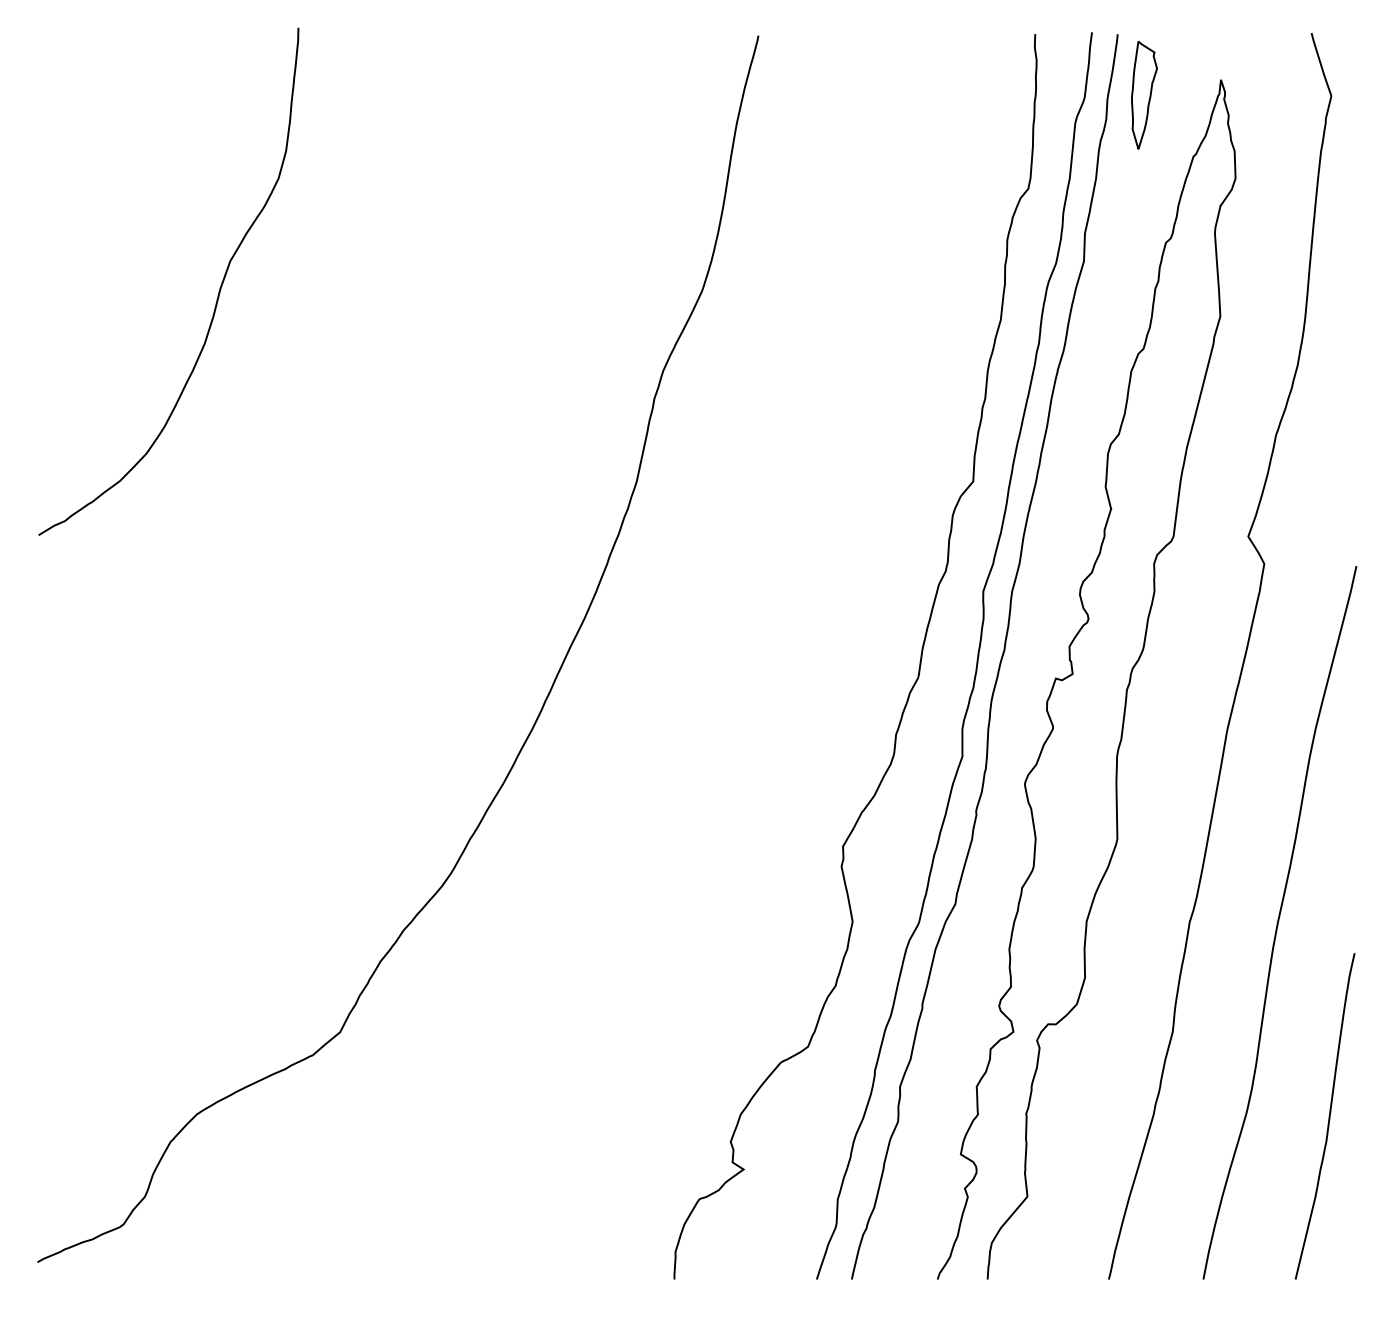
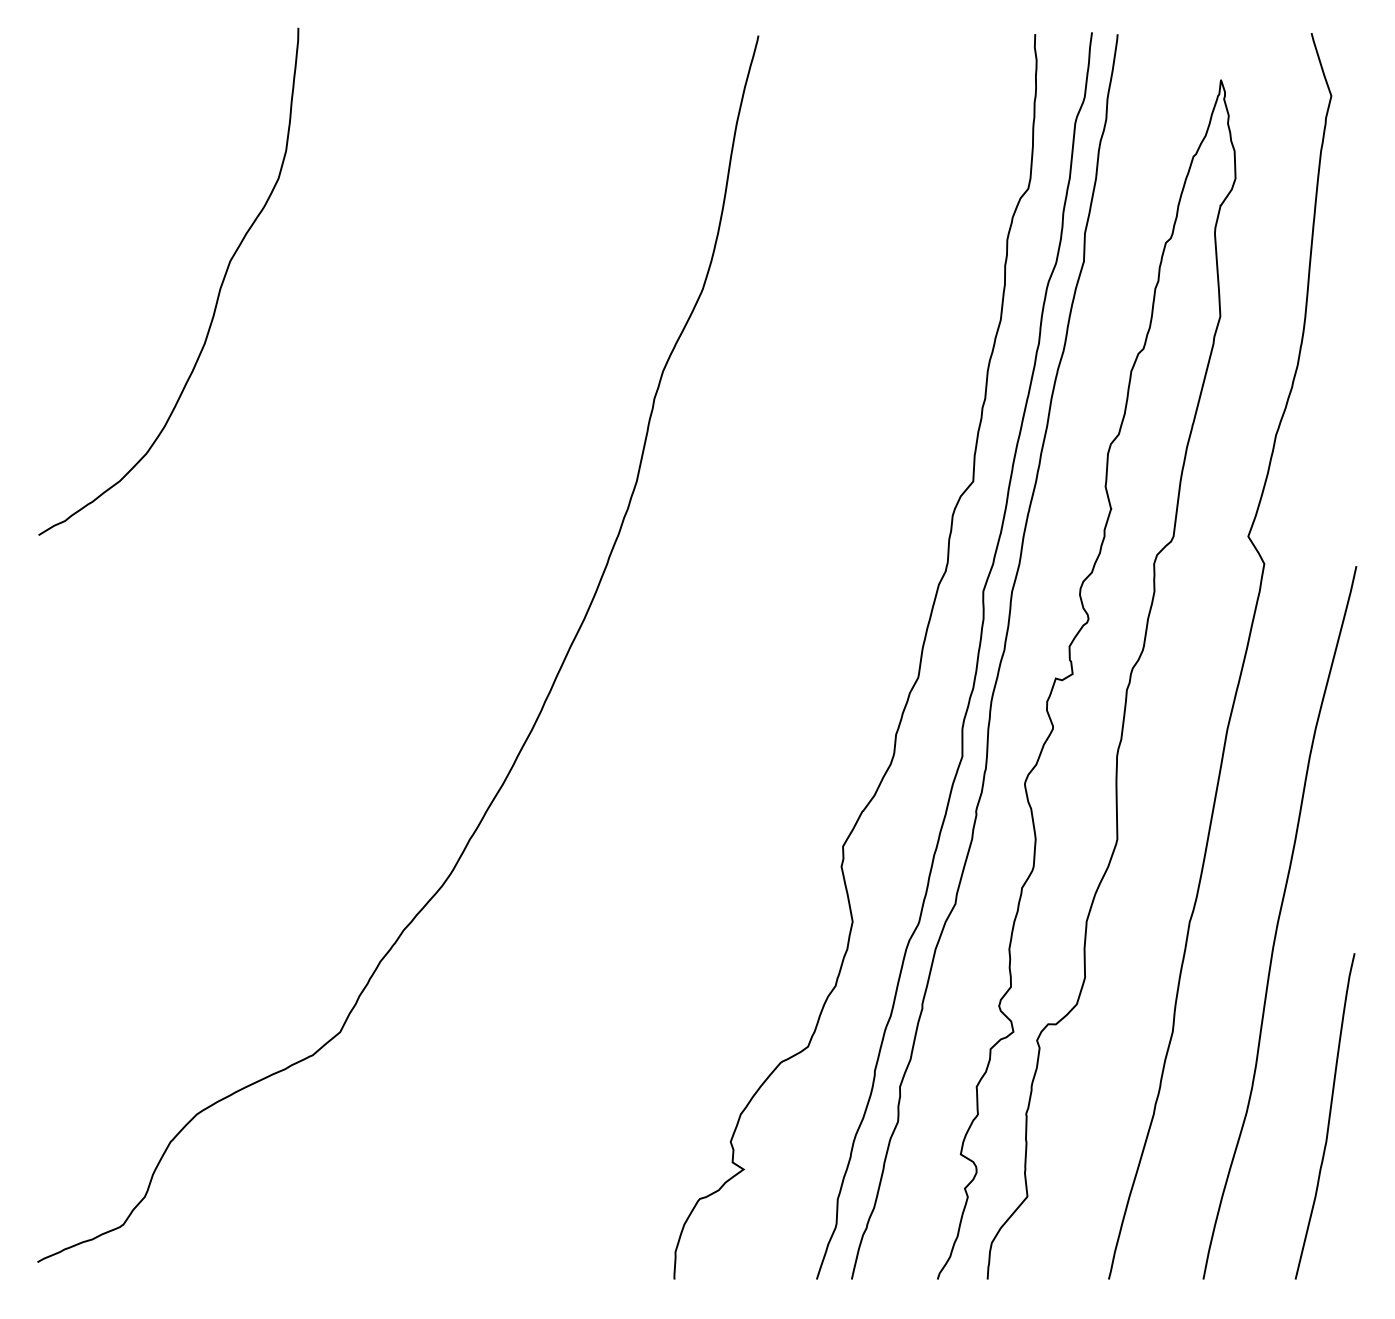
part at (1144, 95): present -> none
